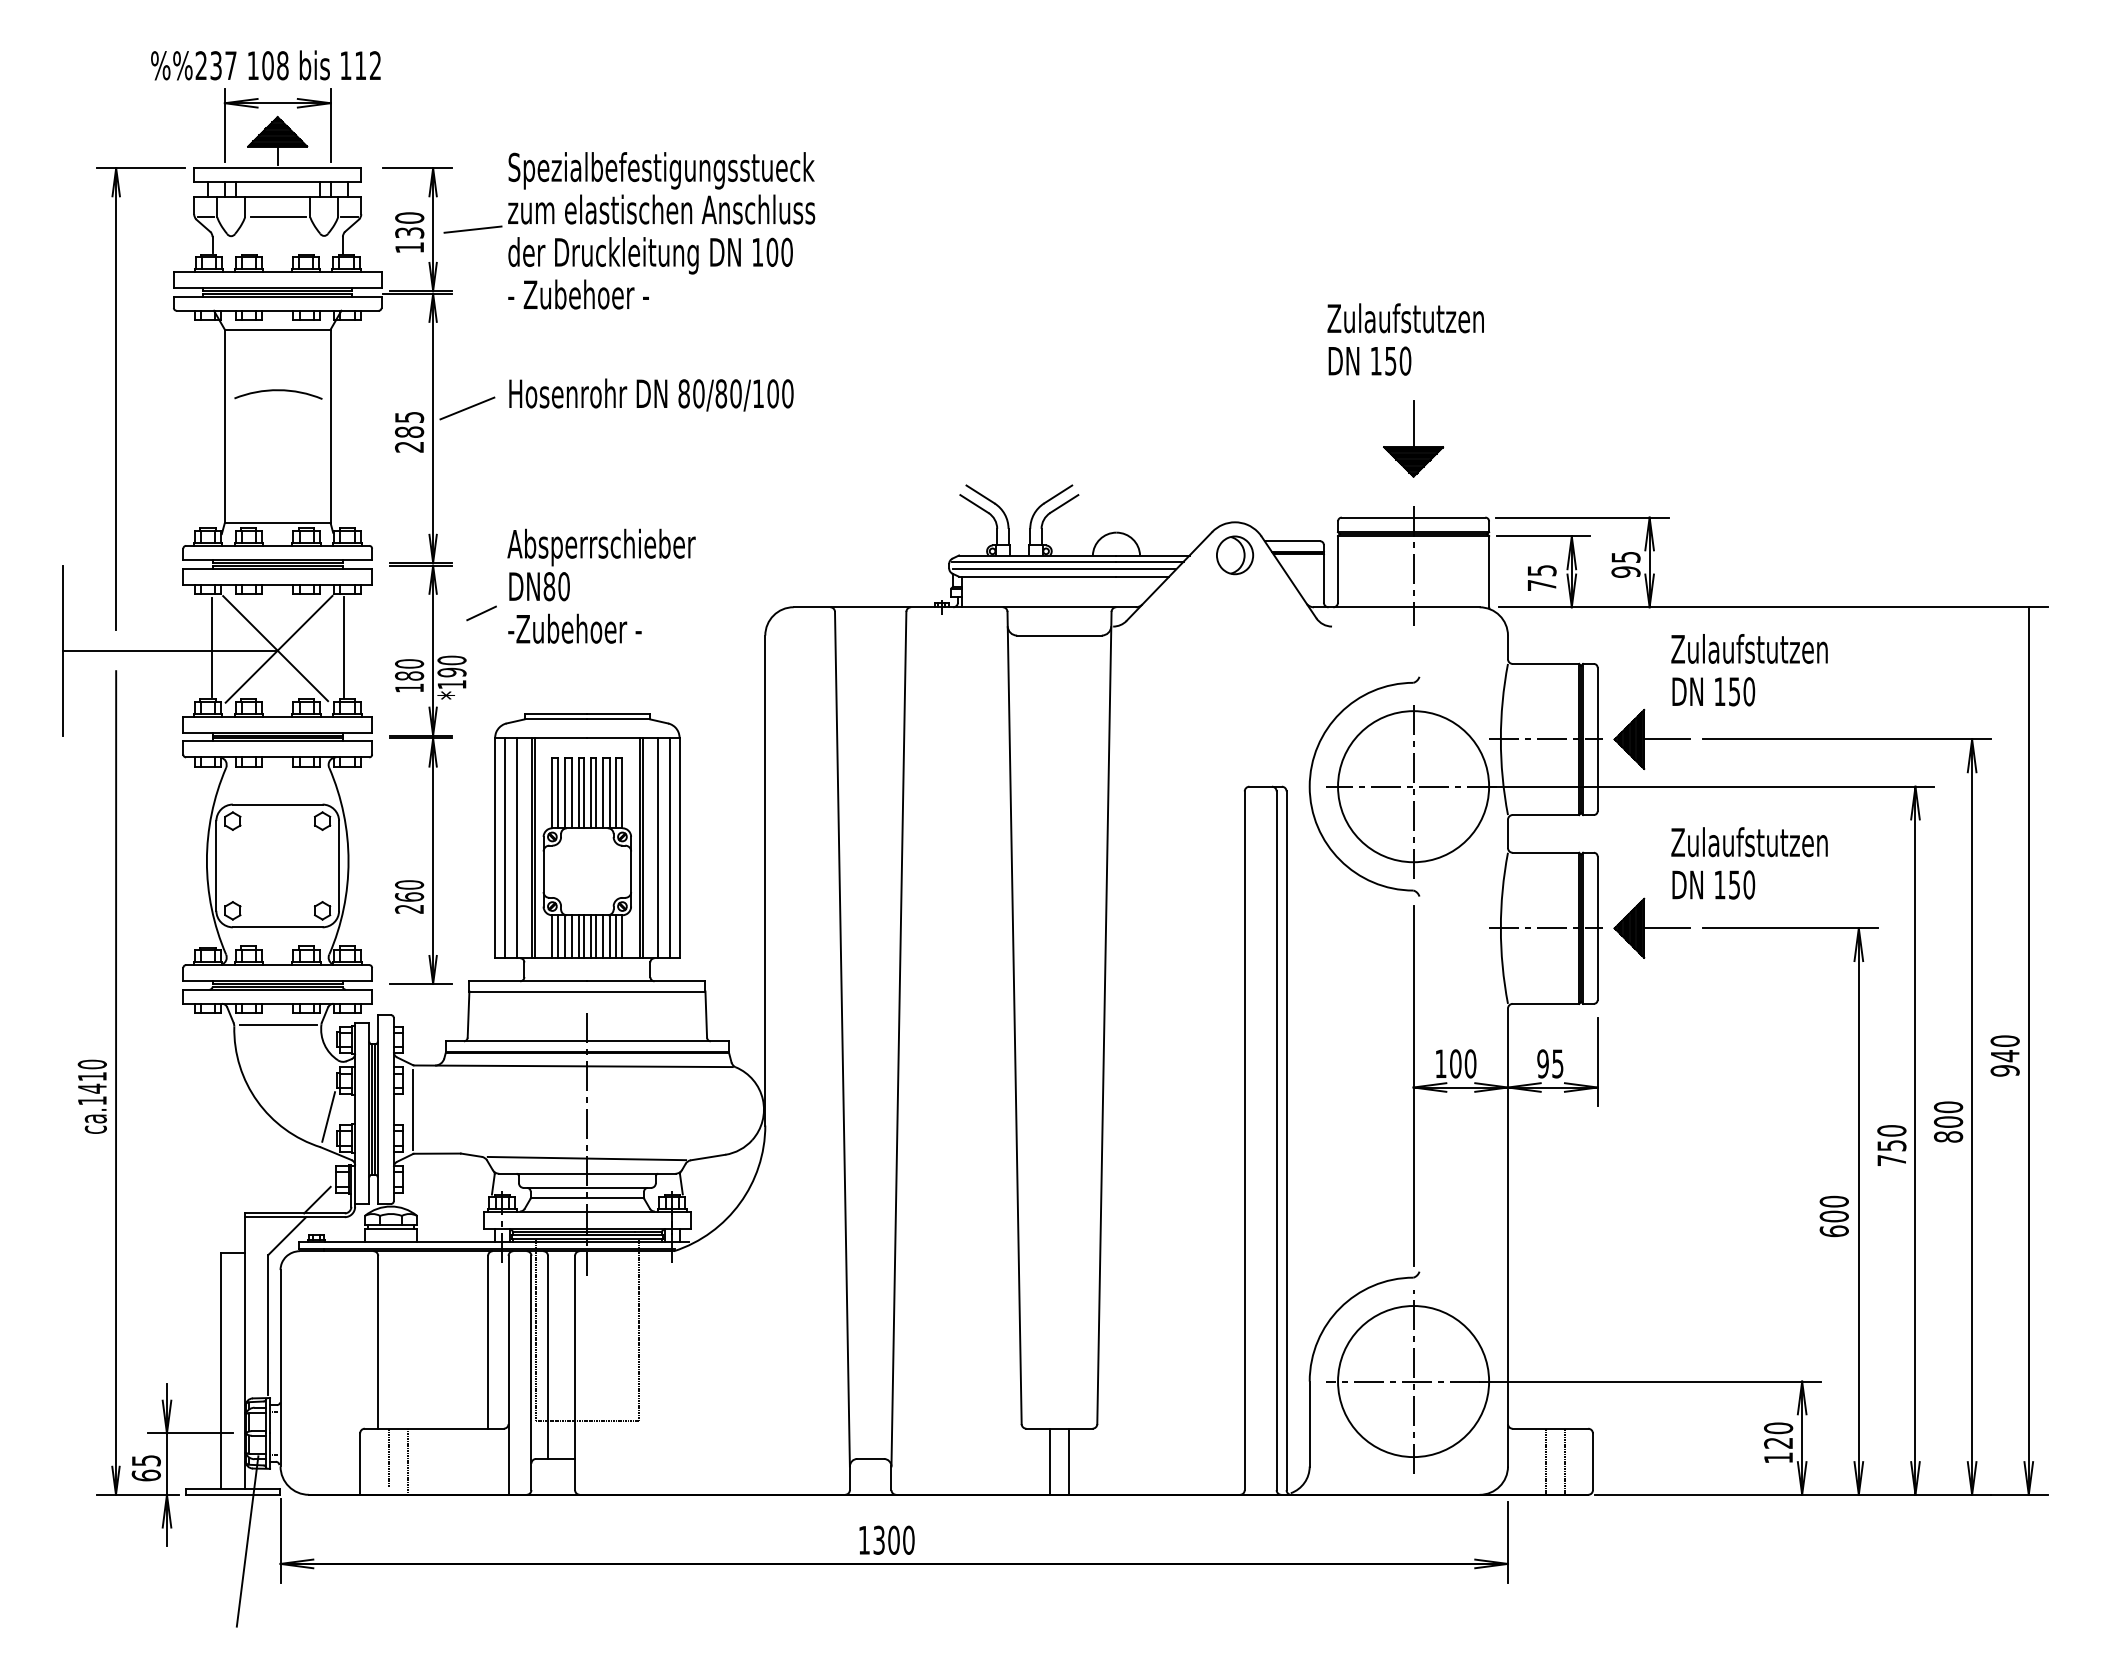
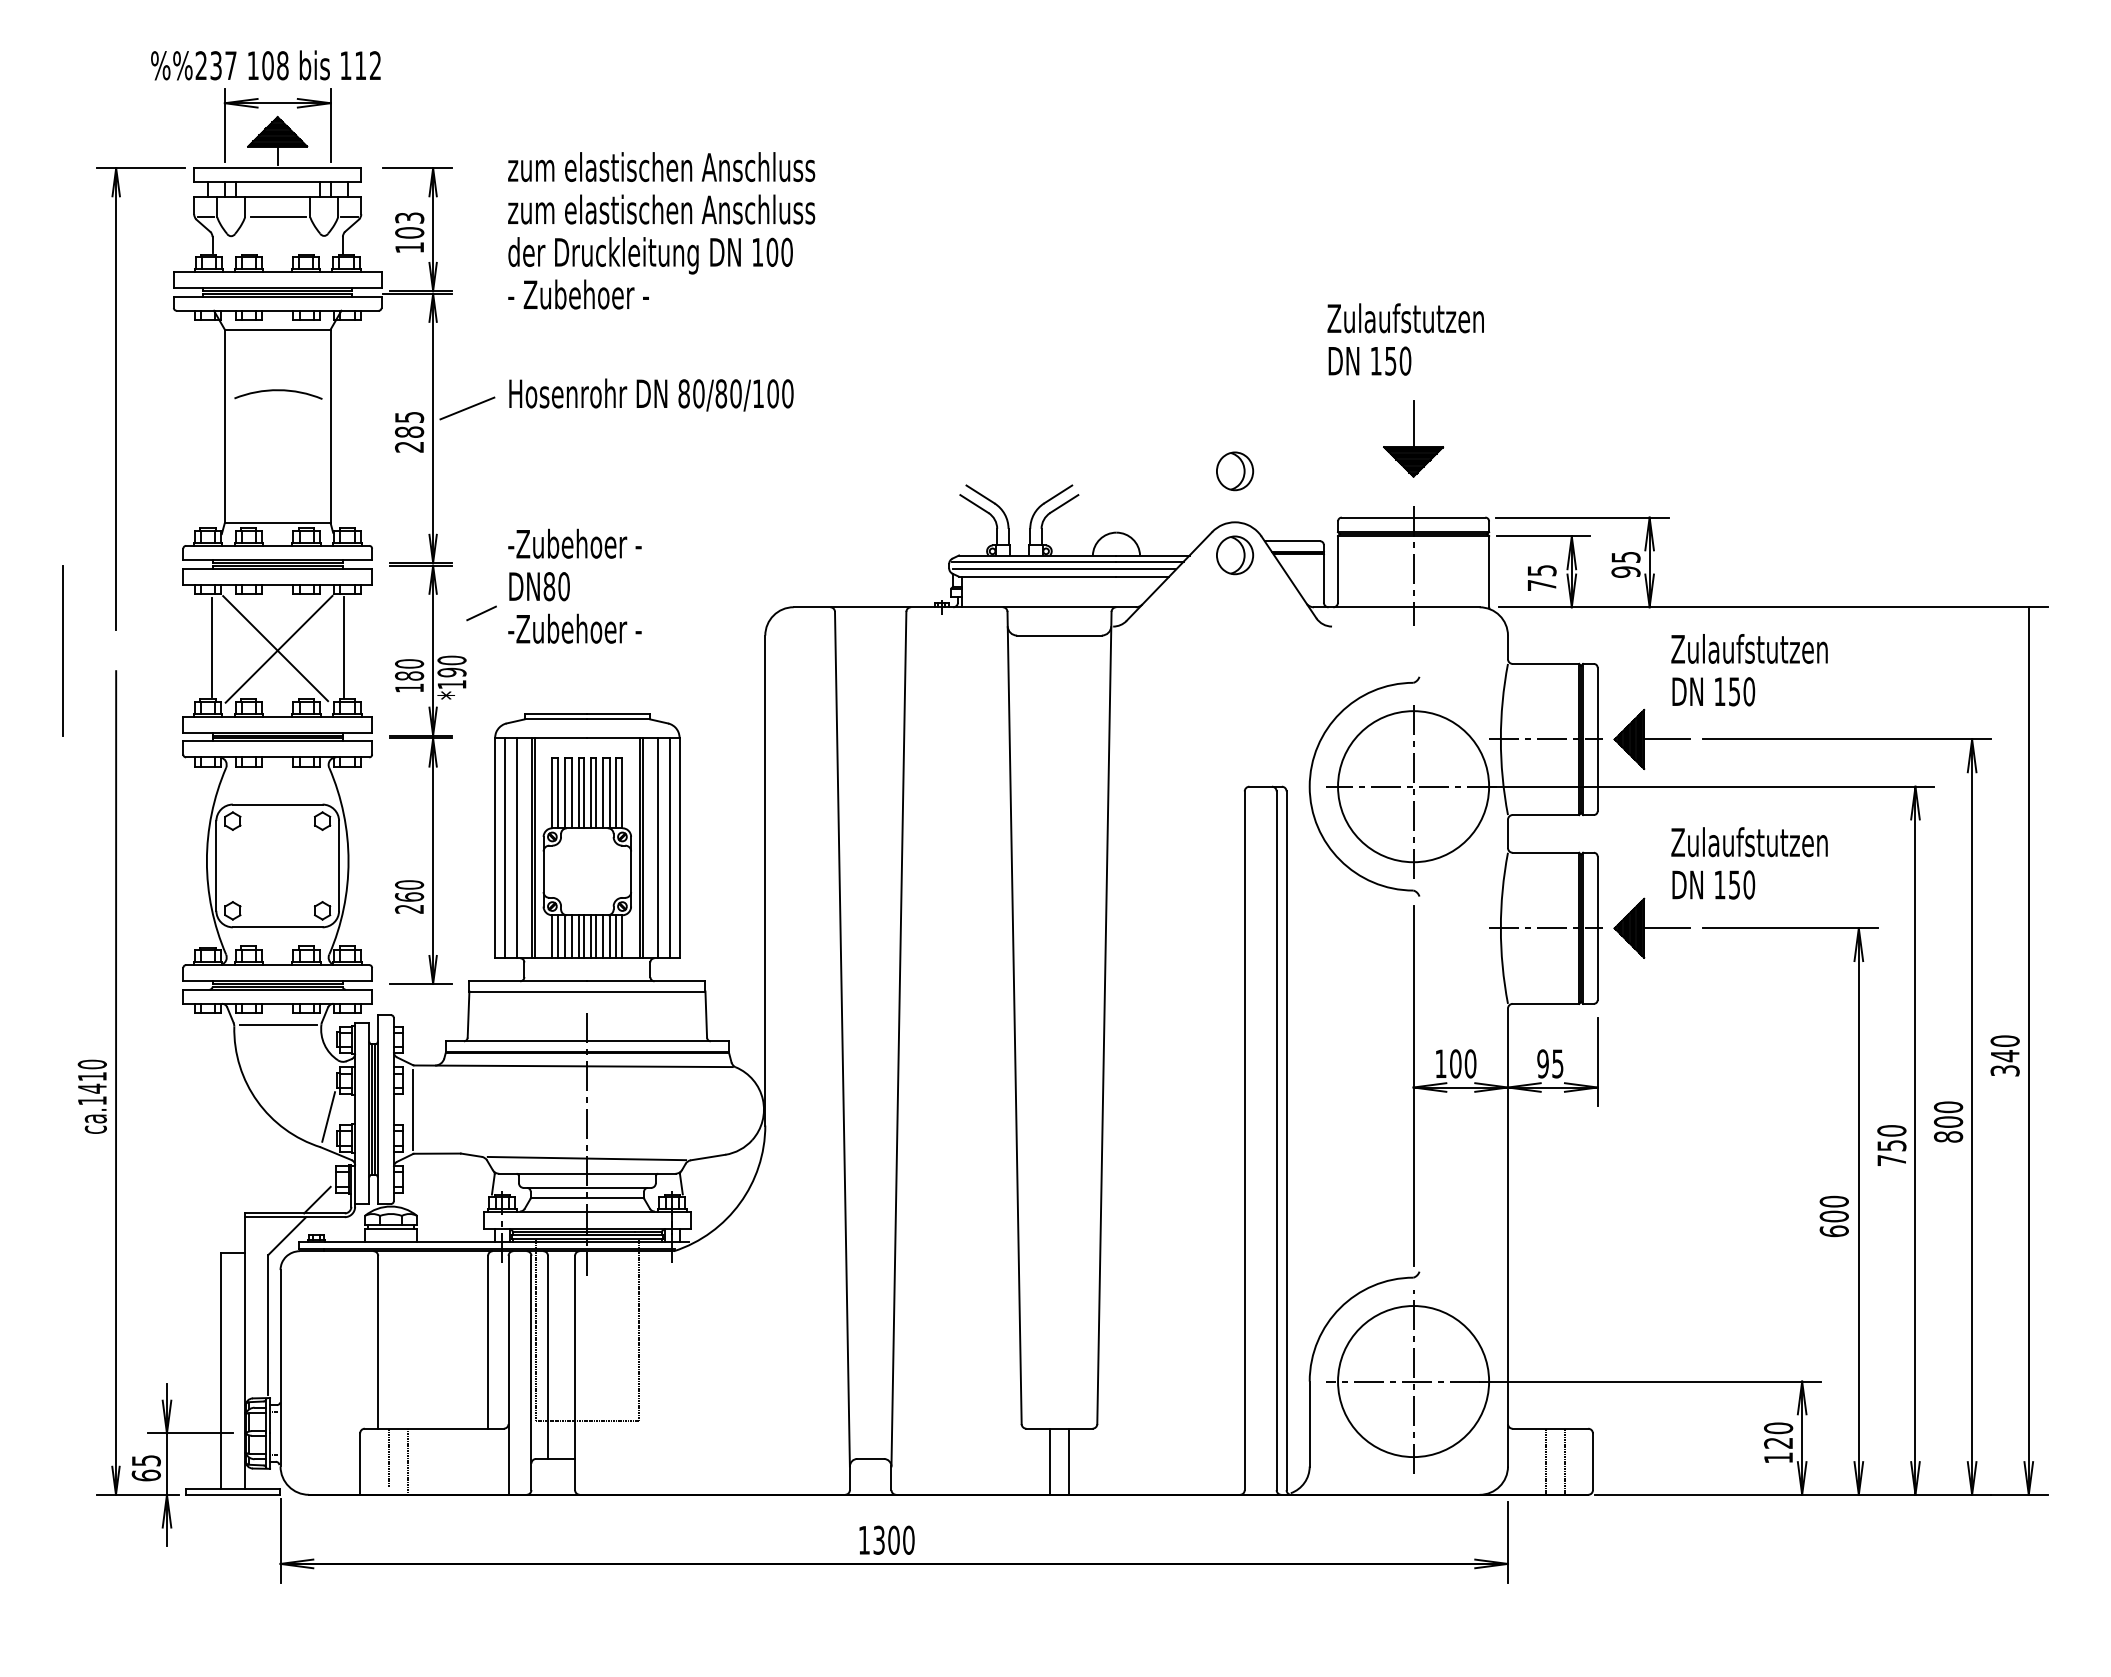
text at (661, 170): Spezialbefestigungsstueck -> zum elastischen Anschluss
text at (409, 225): 130 -> 103
line at (472, 229): present -> none
part at (1235, 471): none -> present
text at (601, 547): Absperrschieber -> -Zubehoer -
line at (170, 650): present -> none
text at (2004, 1070): 940 -> 340
line at (247, 1541): present -> none
